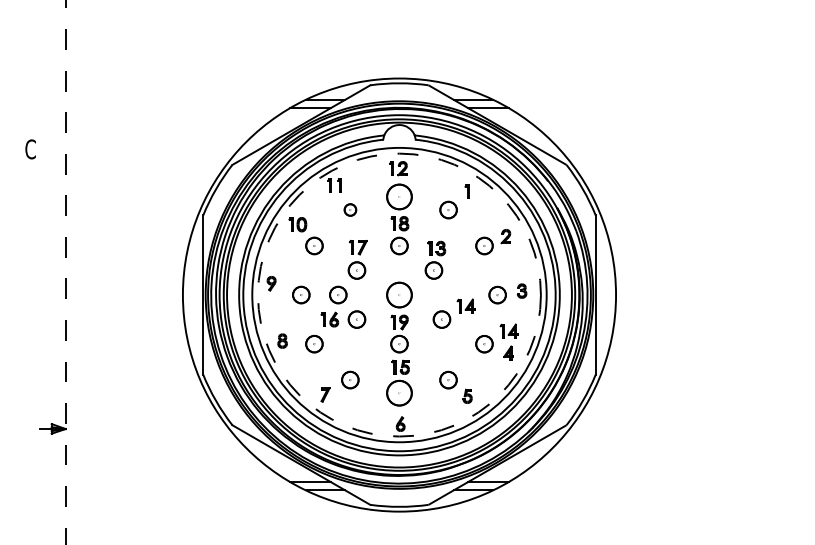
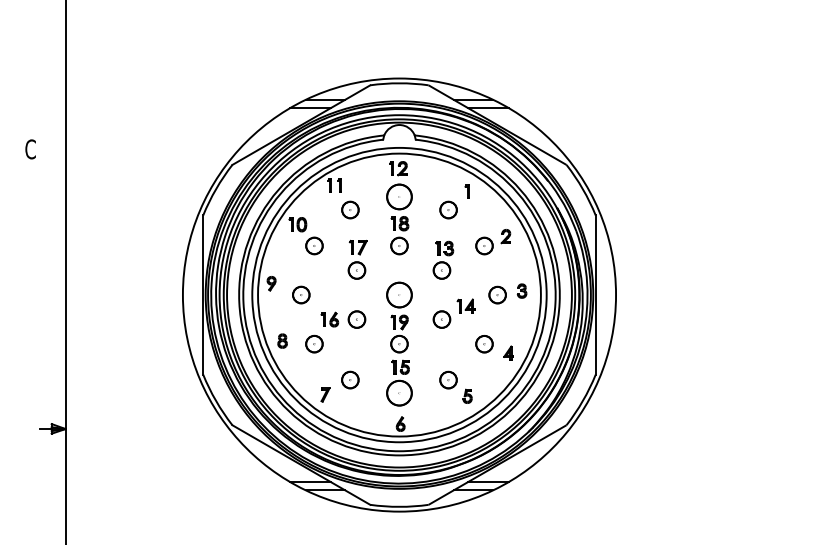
part at (350, 209) size: 15x14 px -> 19x20 px
part at (435, 259) position: (435, 259) -> (443, 259)
line at (65, 272): dashed -> solid
part at (338, 294): present -> none
circle at (399, 294): dashed -> solid
part at (508, 330): present -> none
